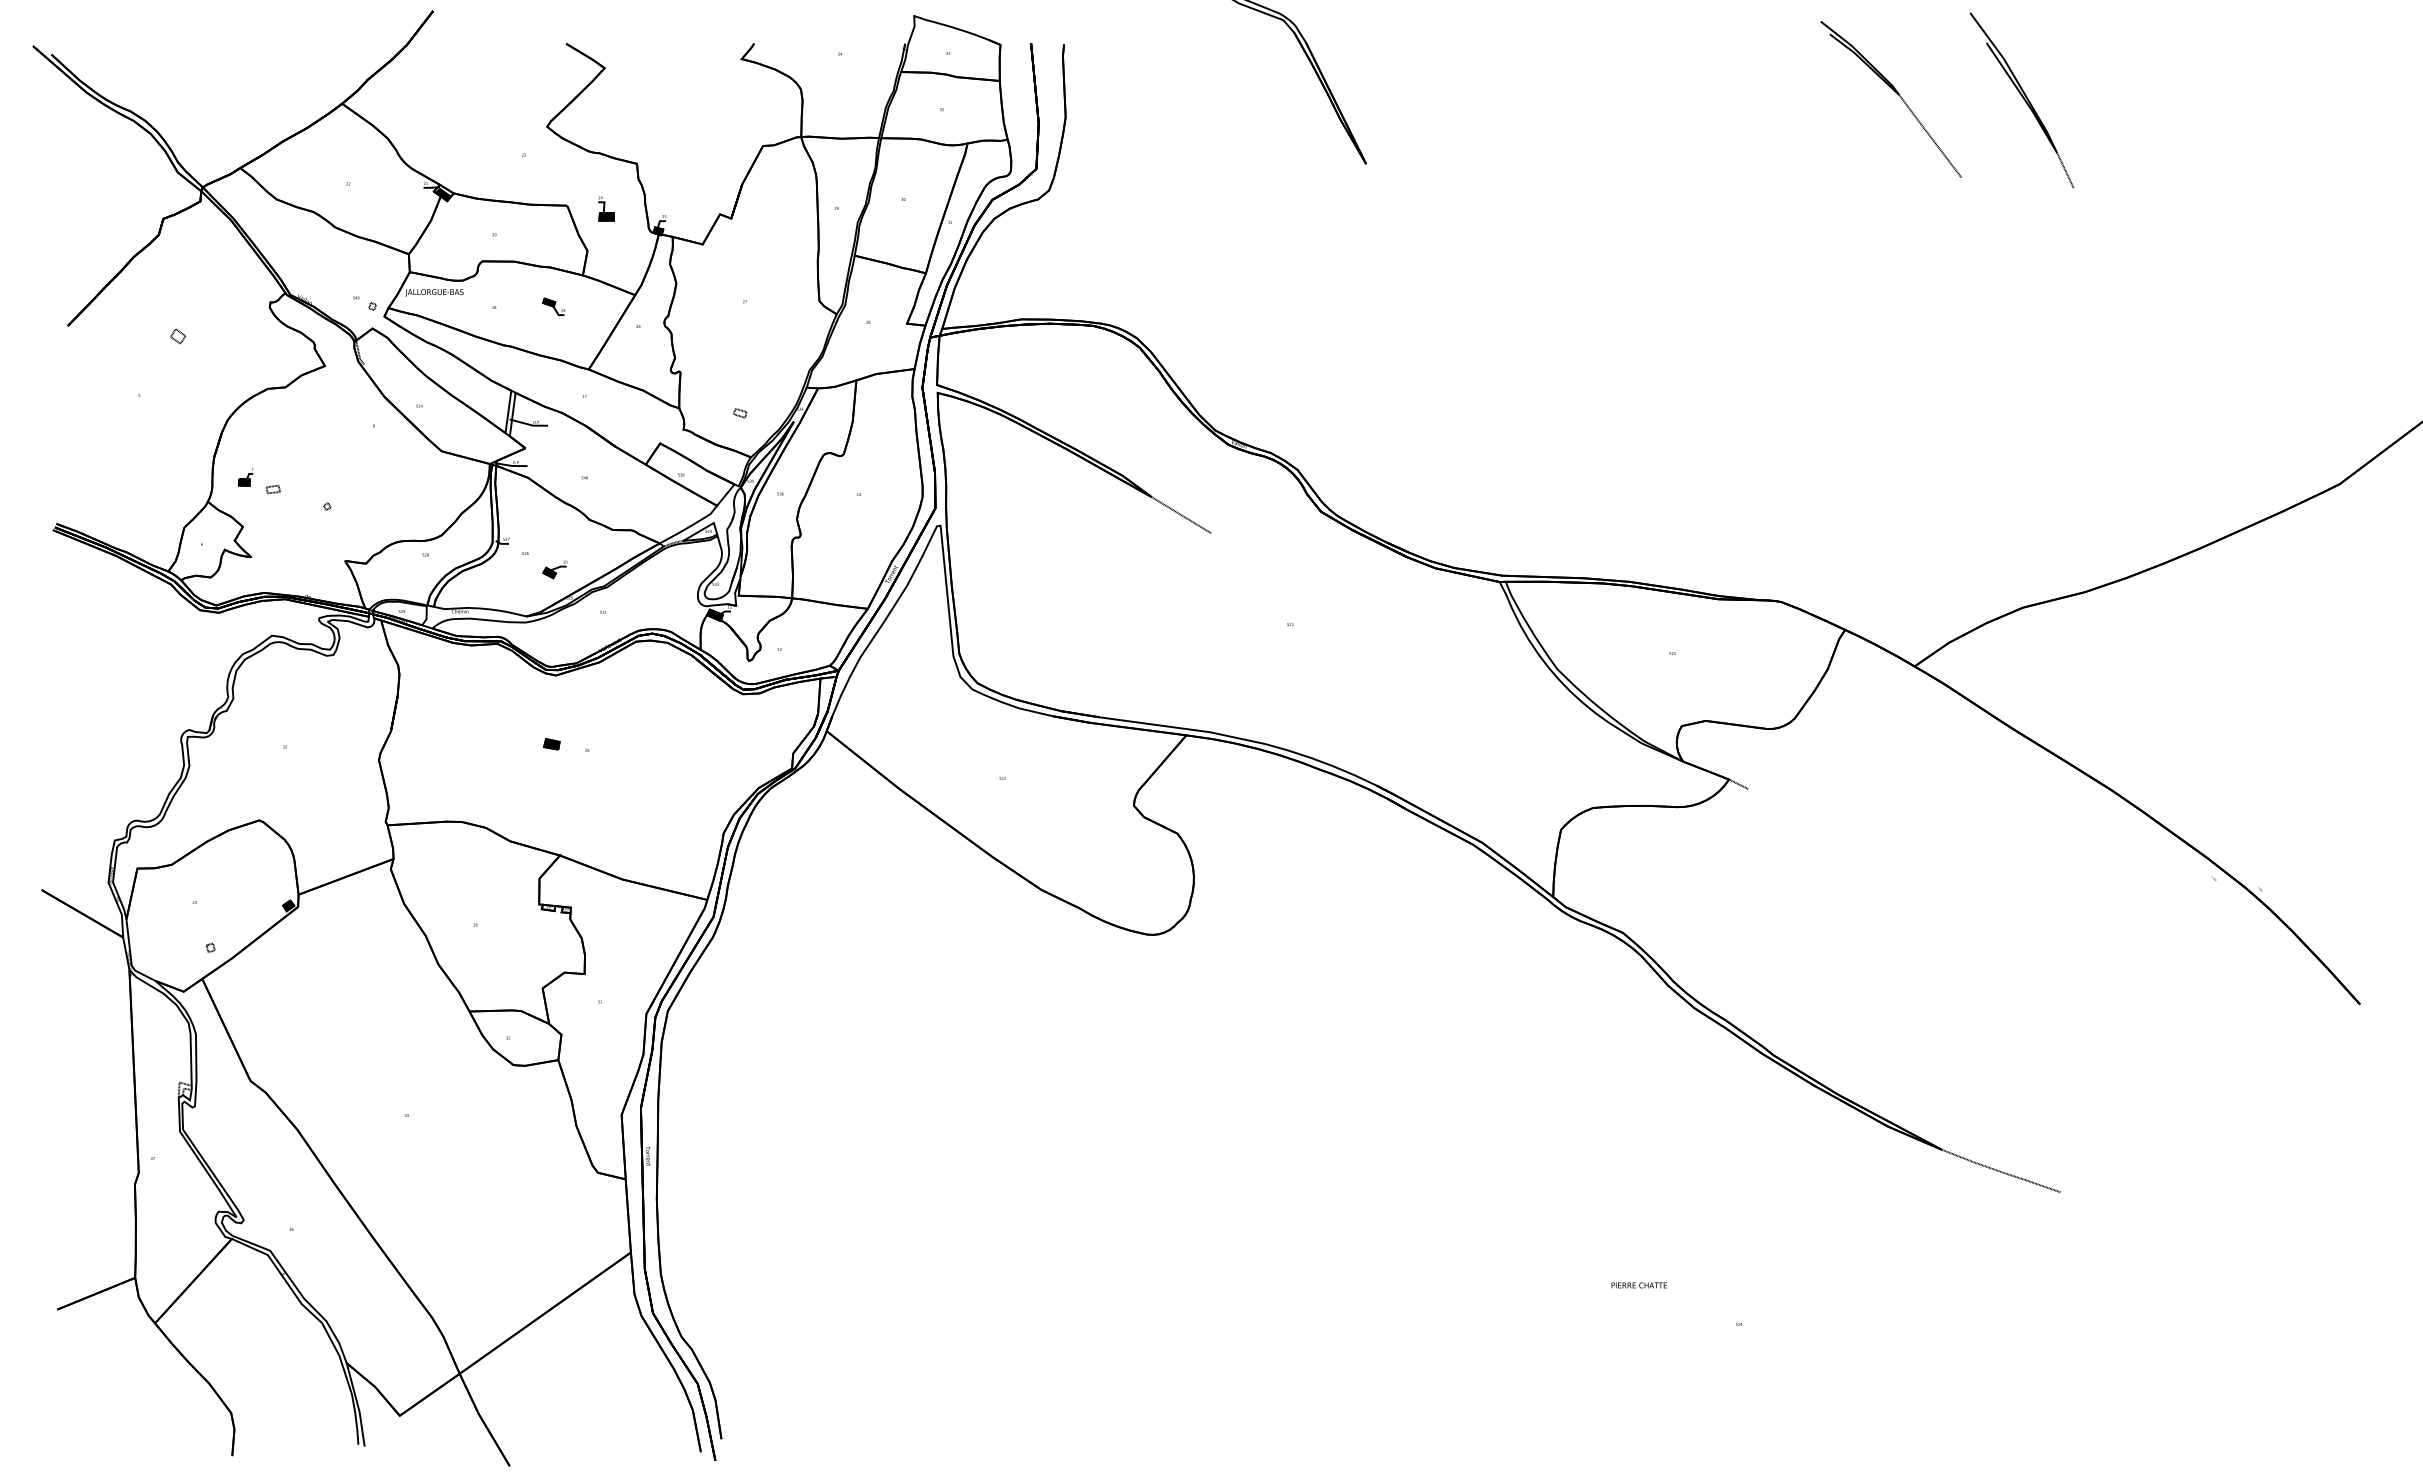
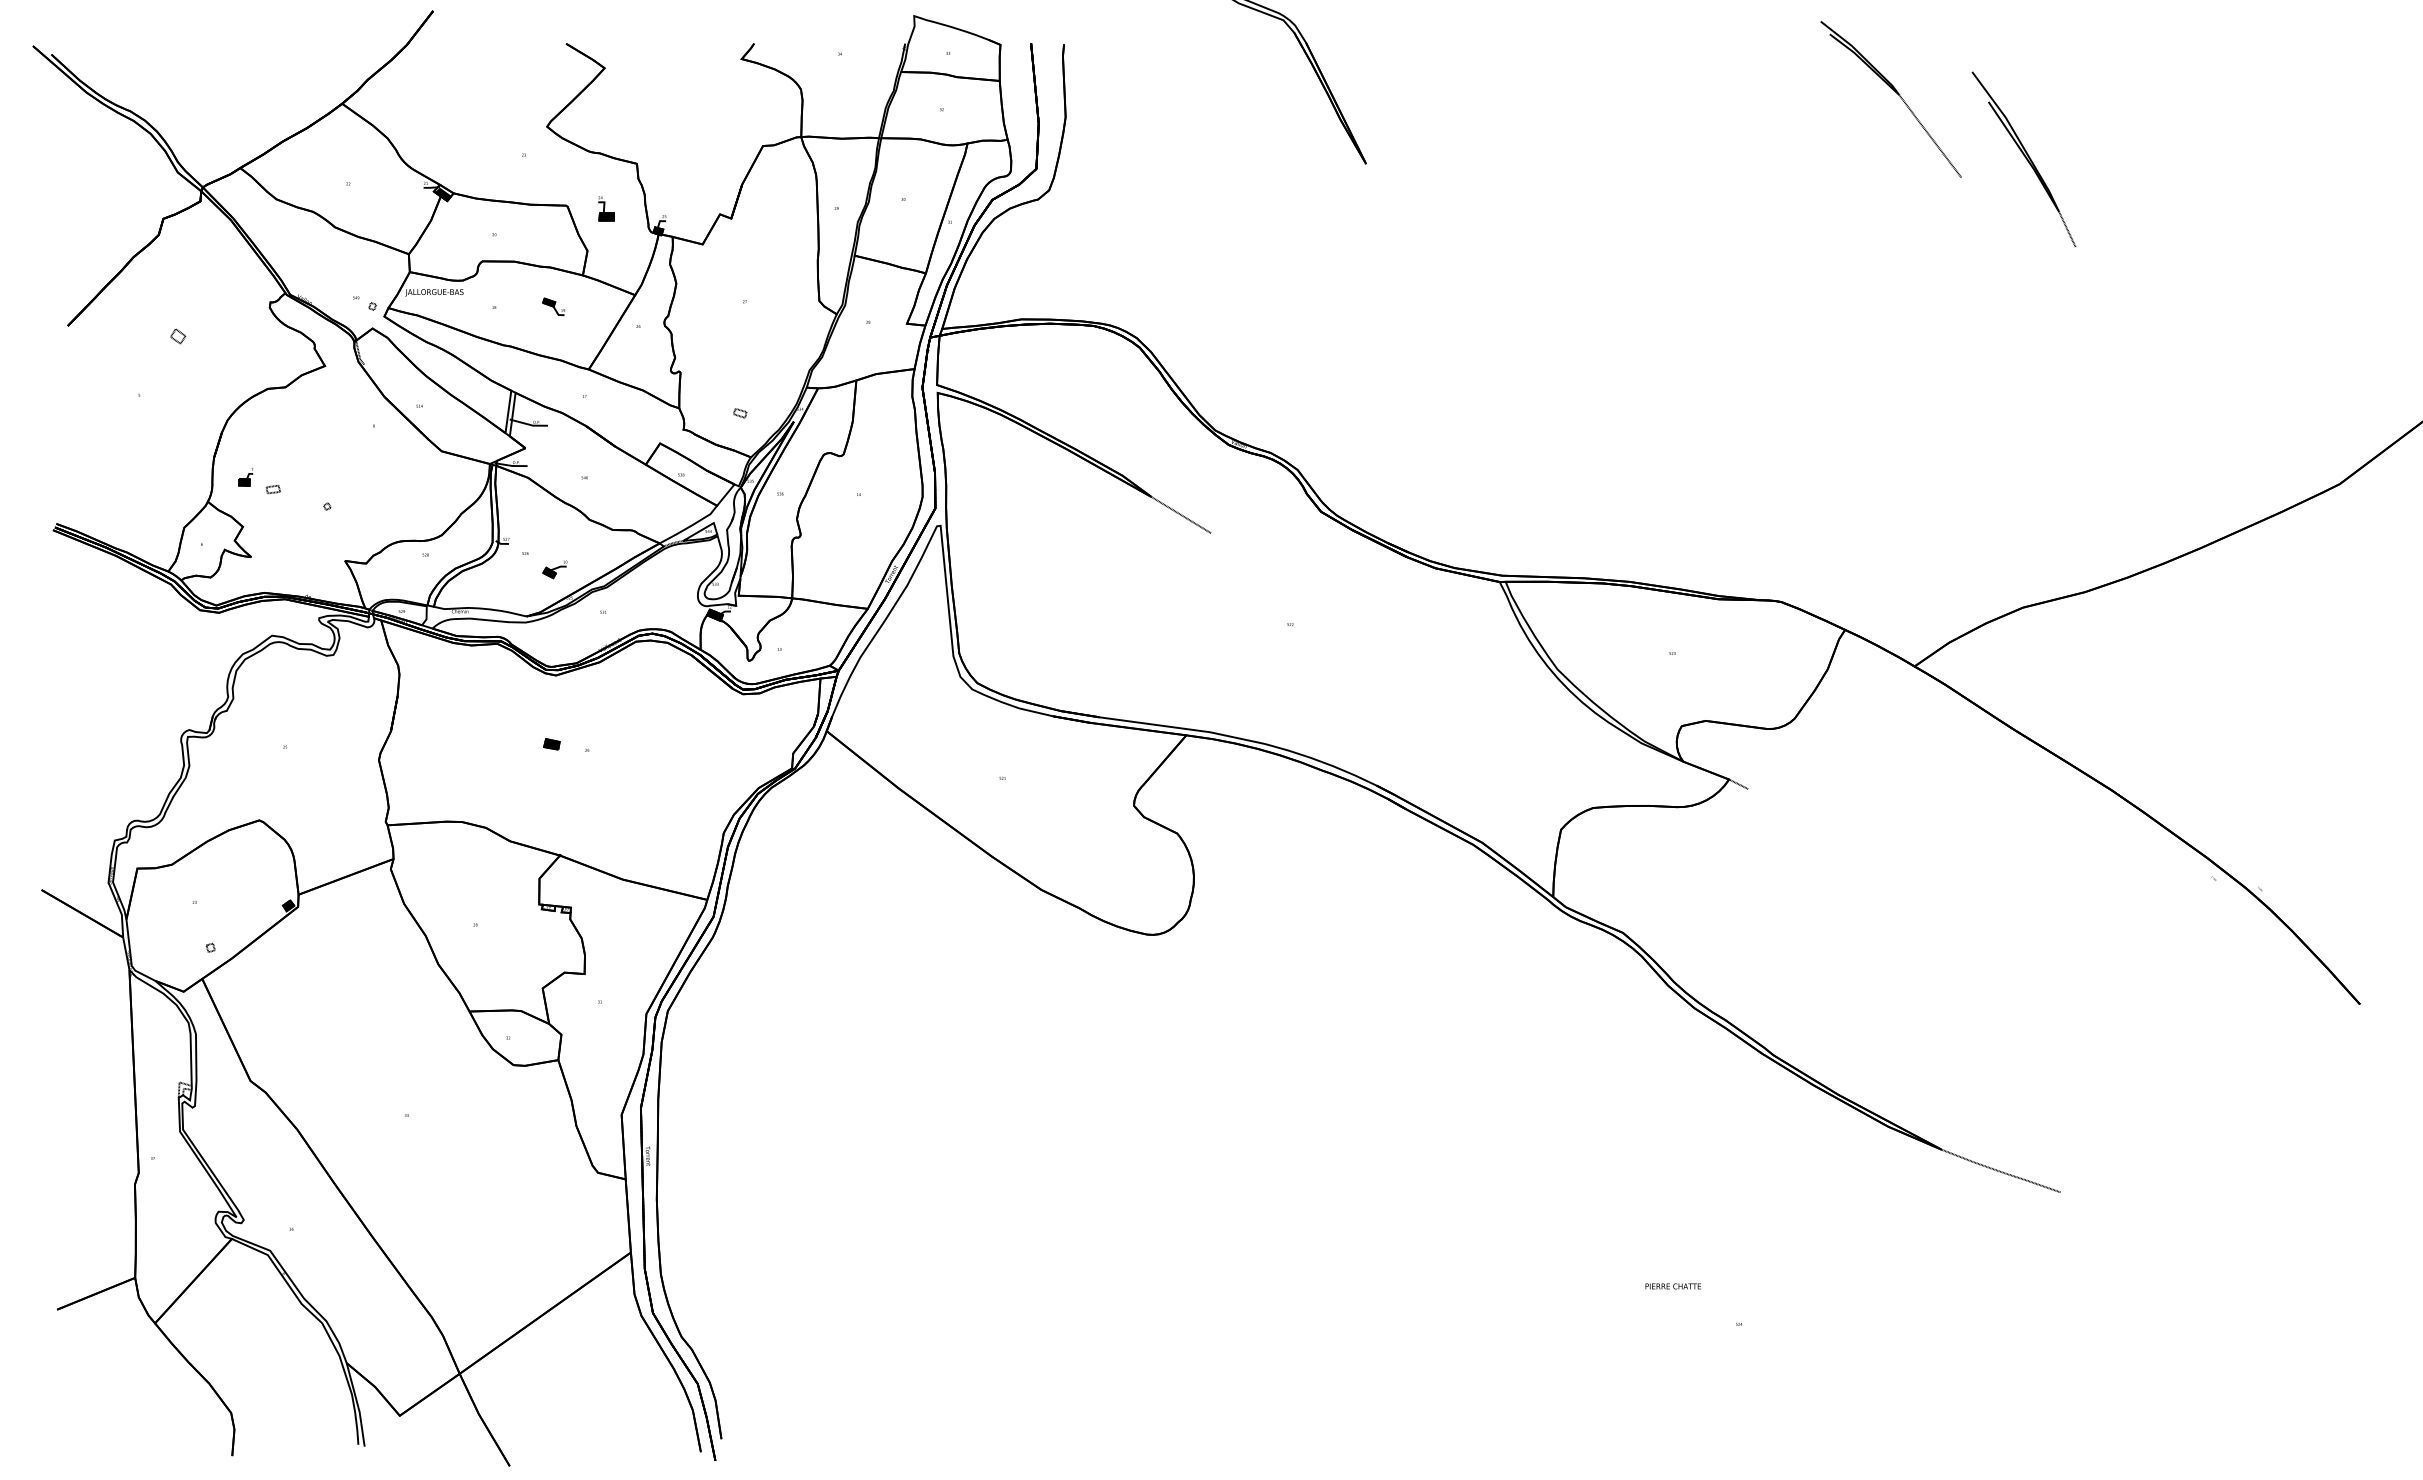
part at (2021, 100) position: (2021, 100) -> (2023, 159)
text at (1638, 1285) position: (1638, 1285) -> (1672, 1286)
